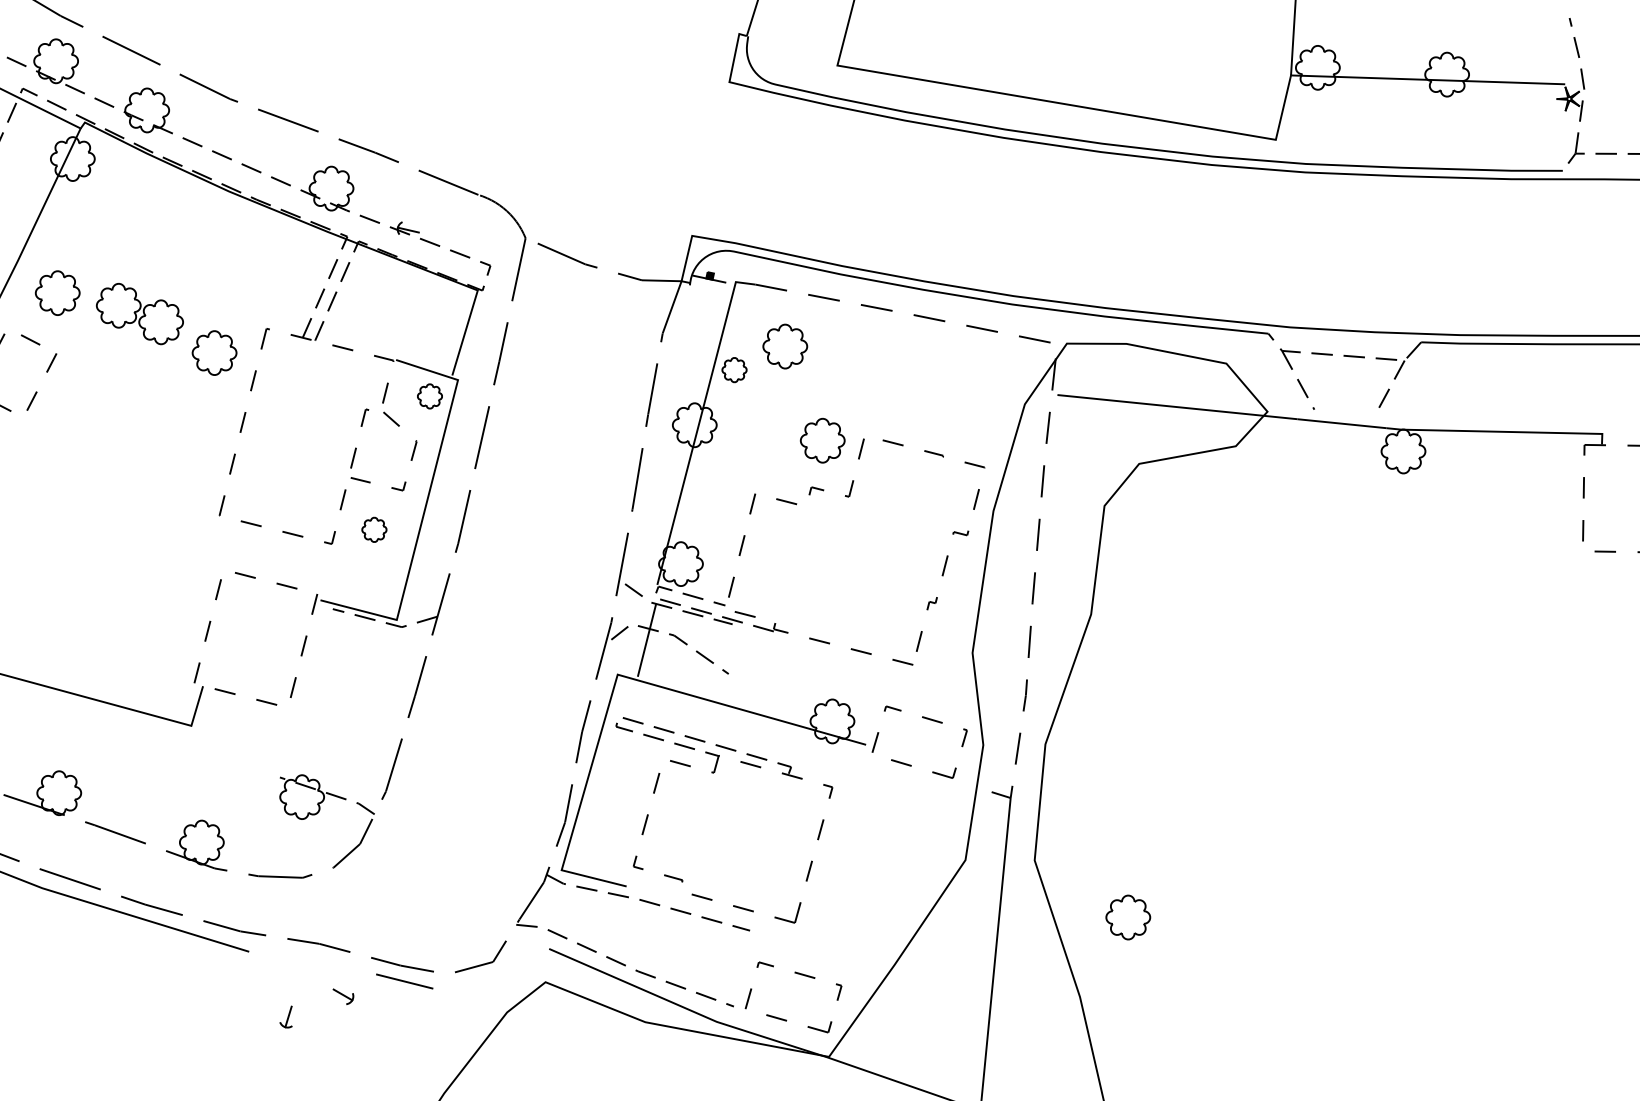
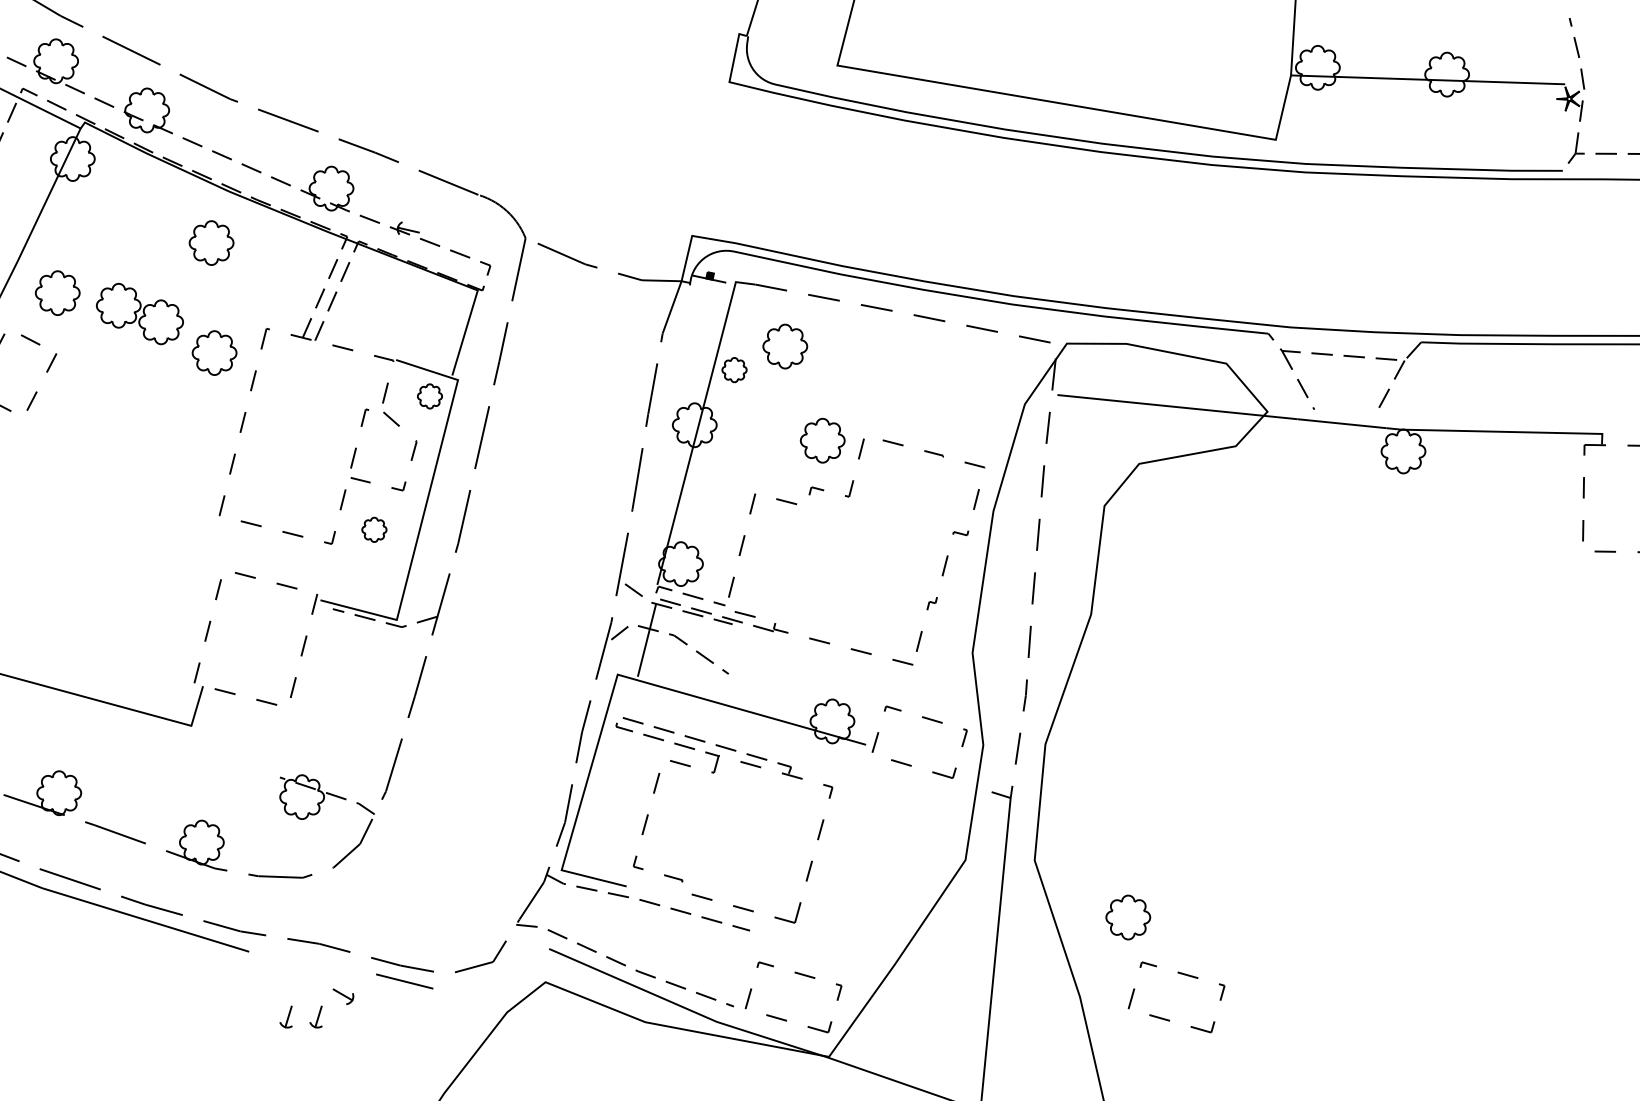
part at (211, 242): none -> present
part at (315, 1016): none -> present
part at (1169, 1019): none -> present
